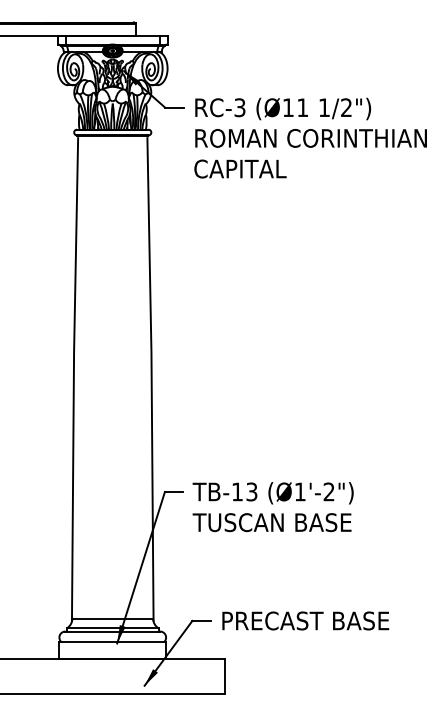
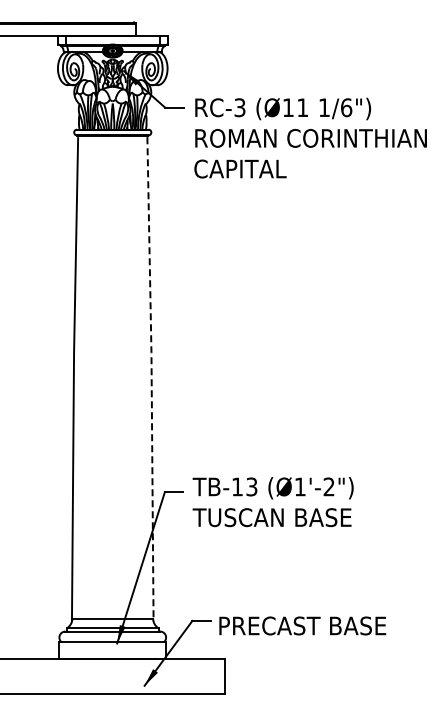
text at (346, 107): 1/2") -> 1/6")
line at (151, 378): solid -> dashed
text at (272, 507) position: (272, 507) -> (272, 502)
text at (305, 620) position: (305, 620) -> (302, 625)
